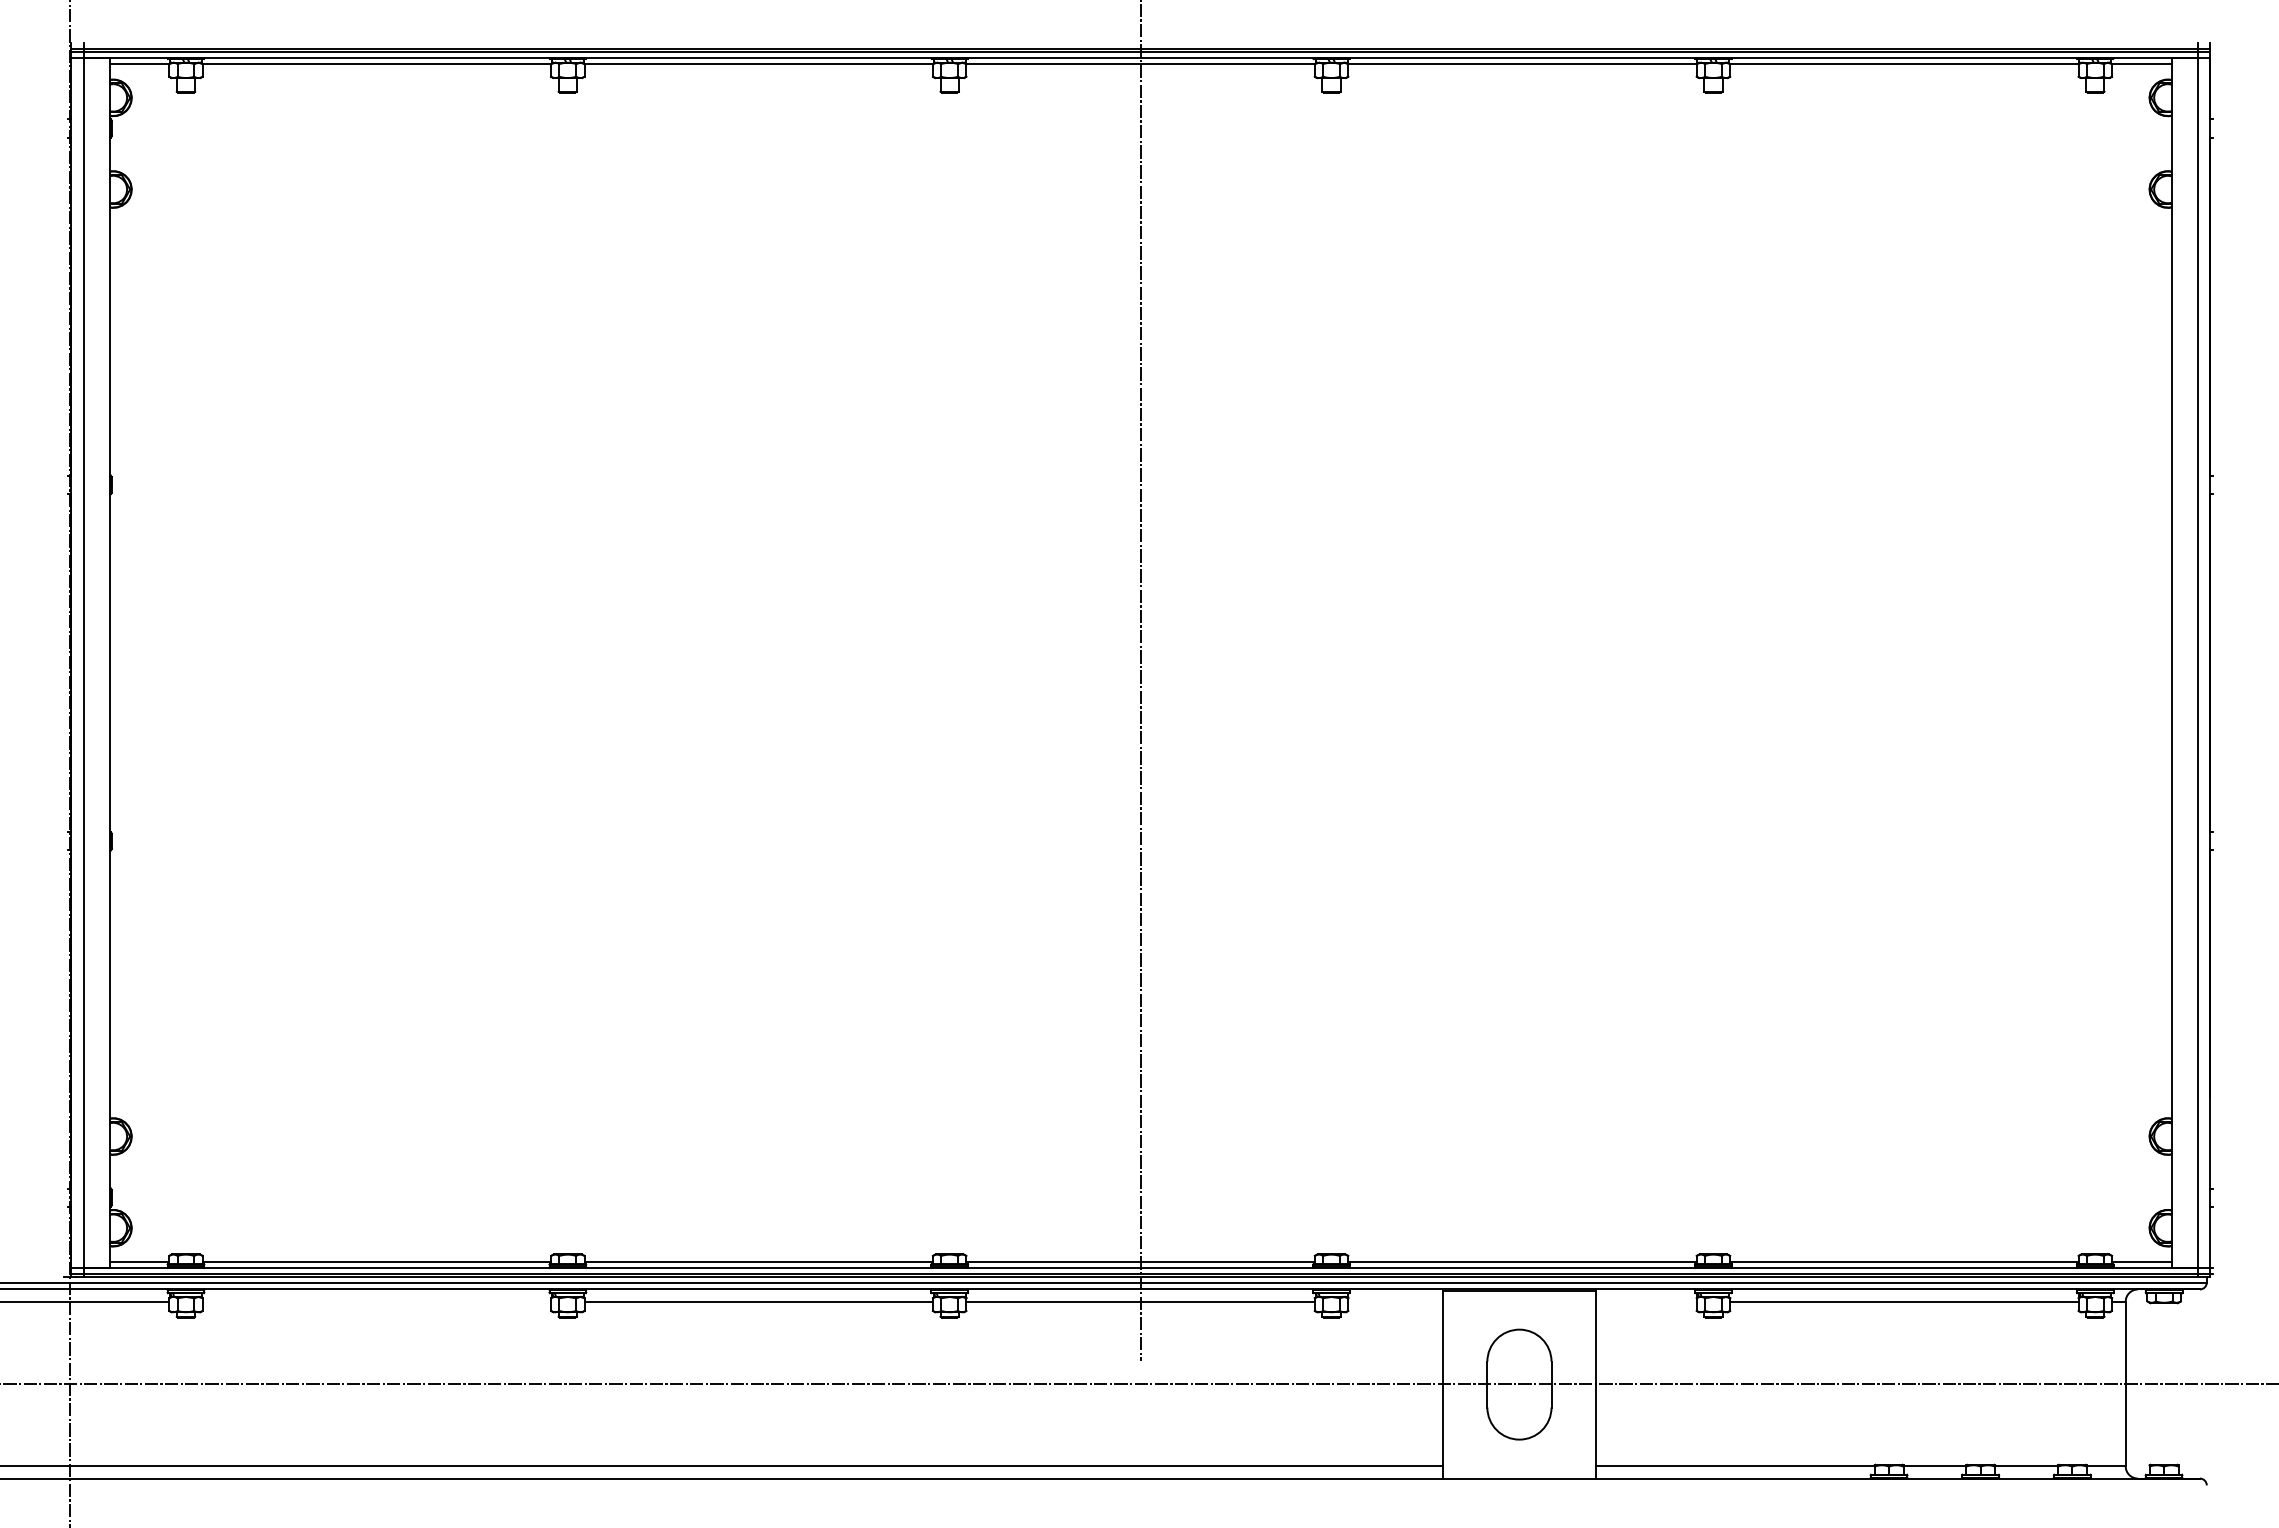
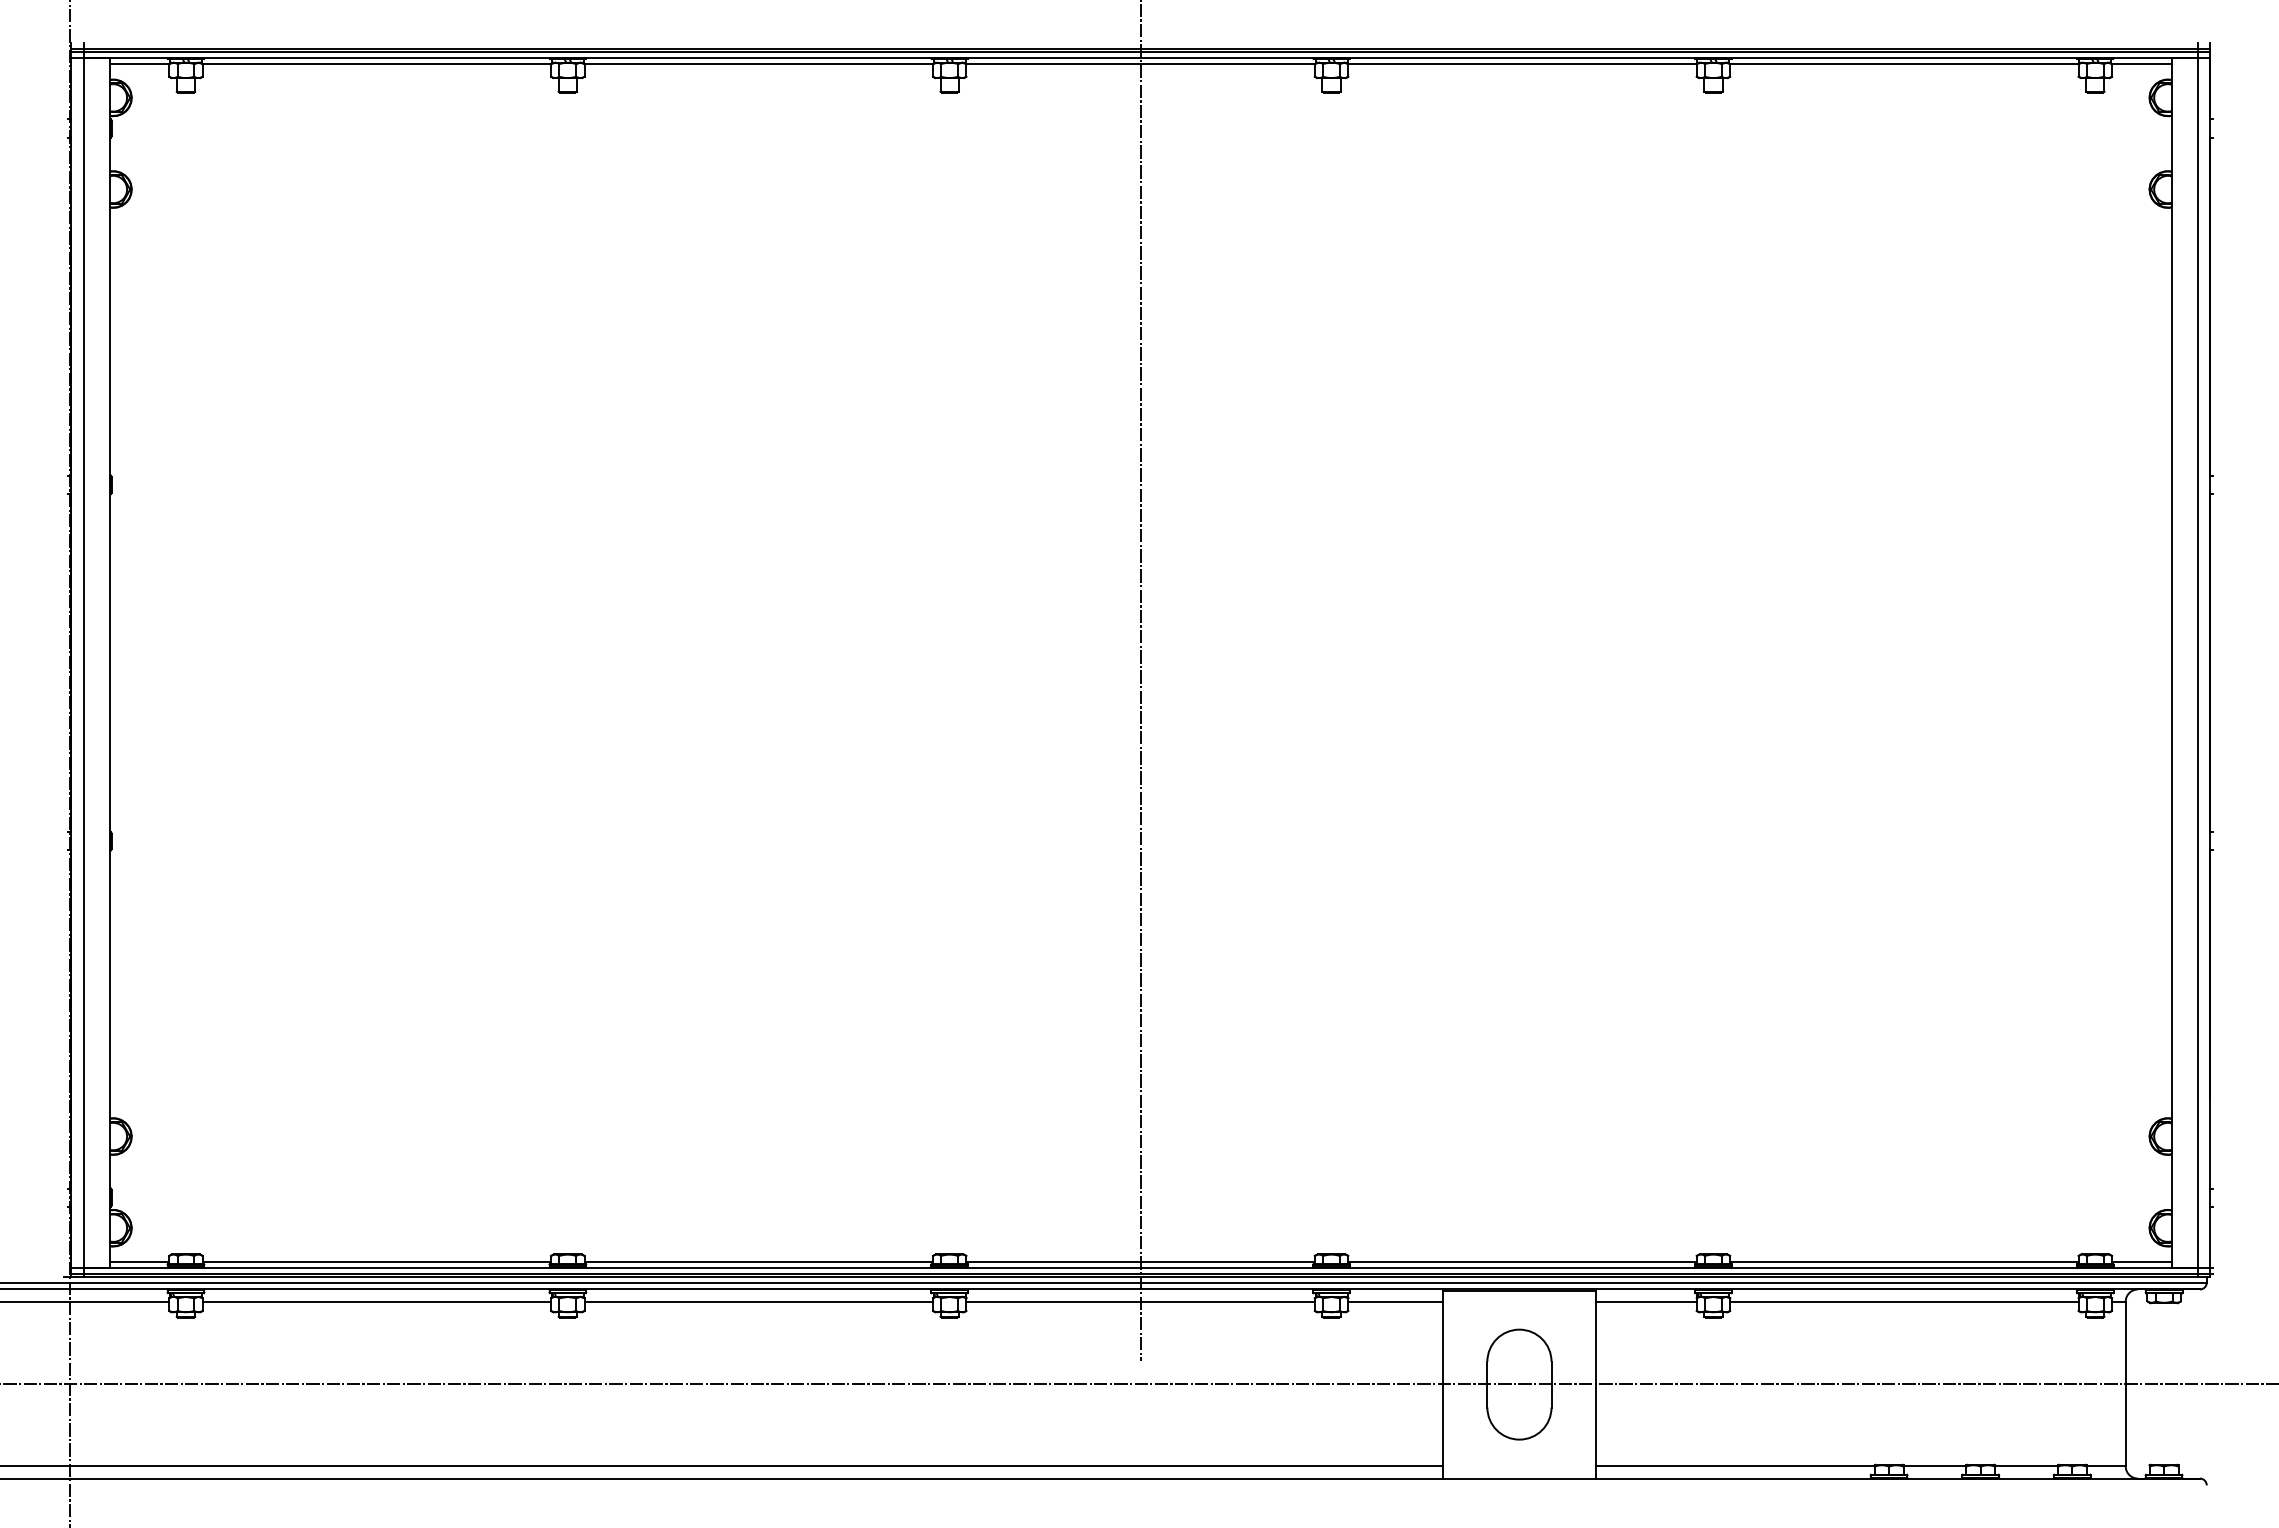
line at (376, 1301): none -> present
line at (1395, 1301): none -> present
line at (1645, 1301): none -> present
